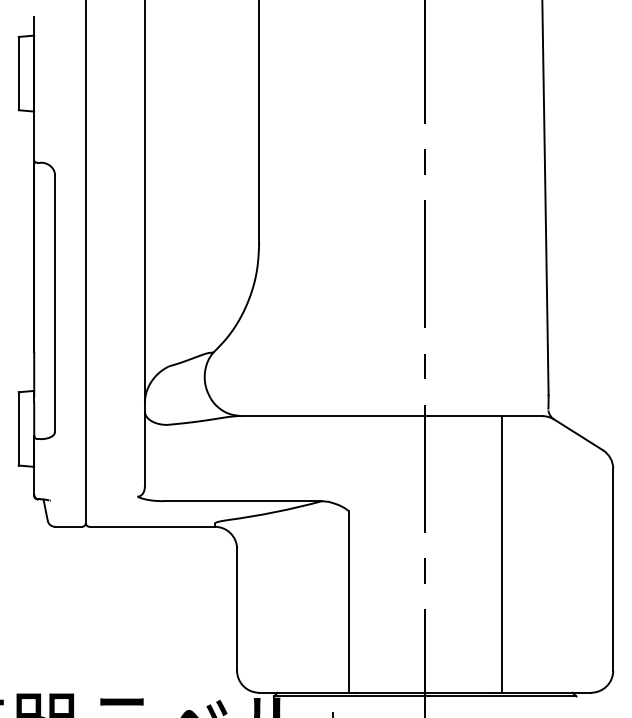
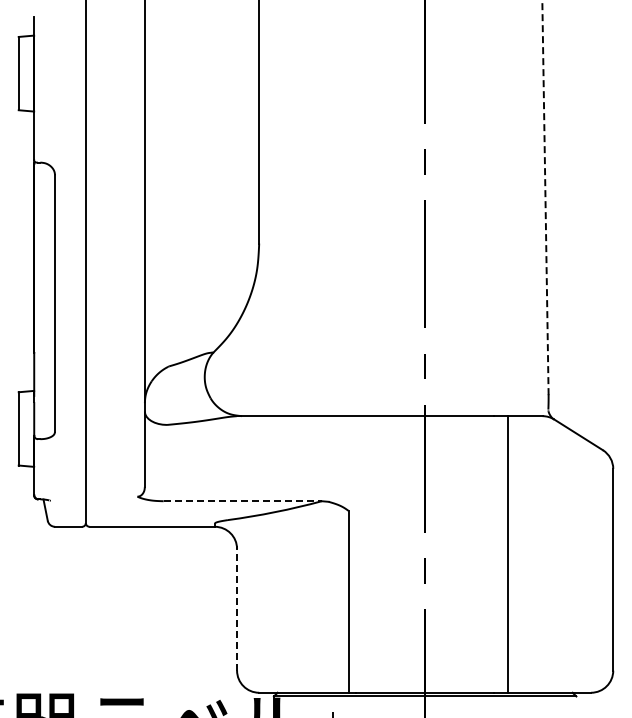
line at (545, 197): solid -> dashed
line at (243, 501): solid -> dashed
line at (501, 554) position: (501, 554) -> (507, 554)
line at (237, 607): solid -> dashed
